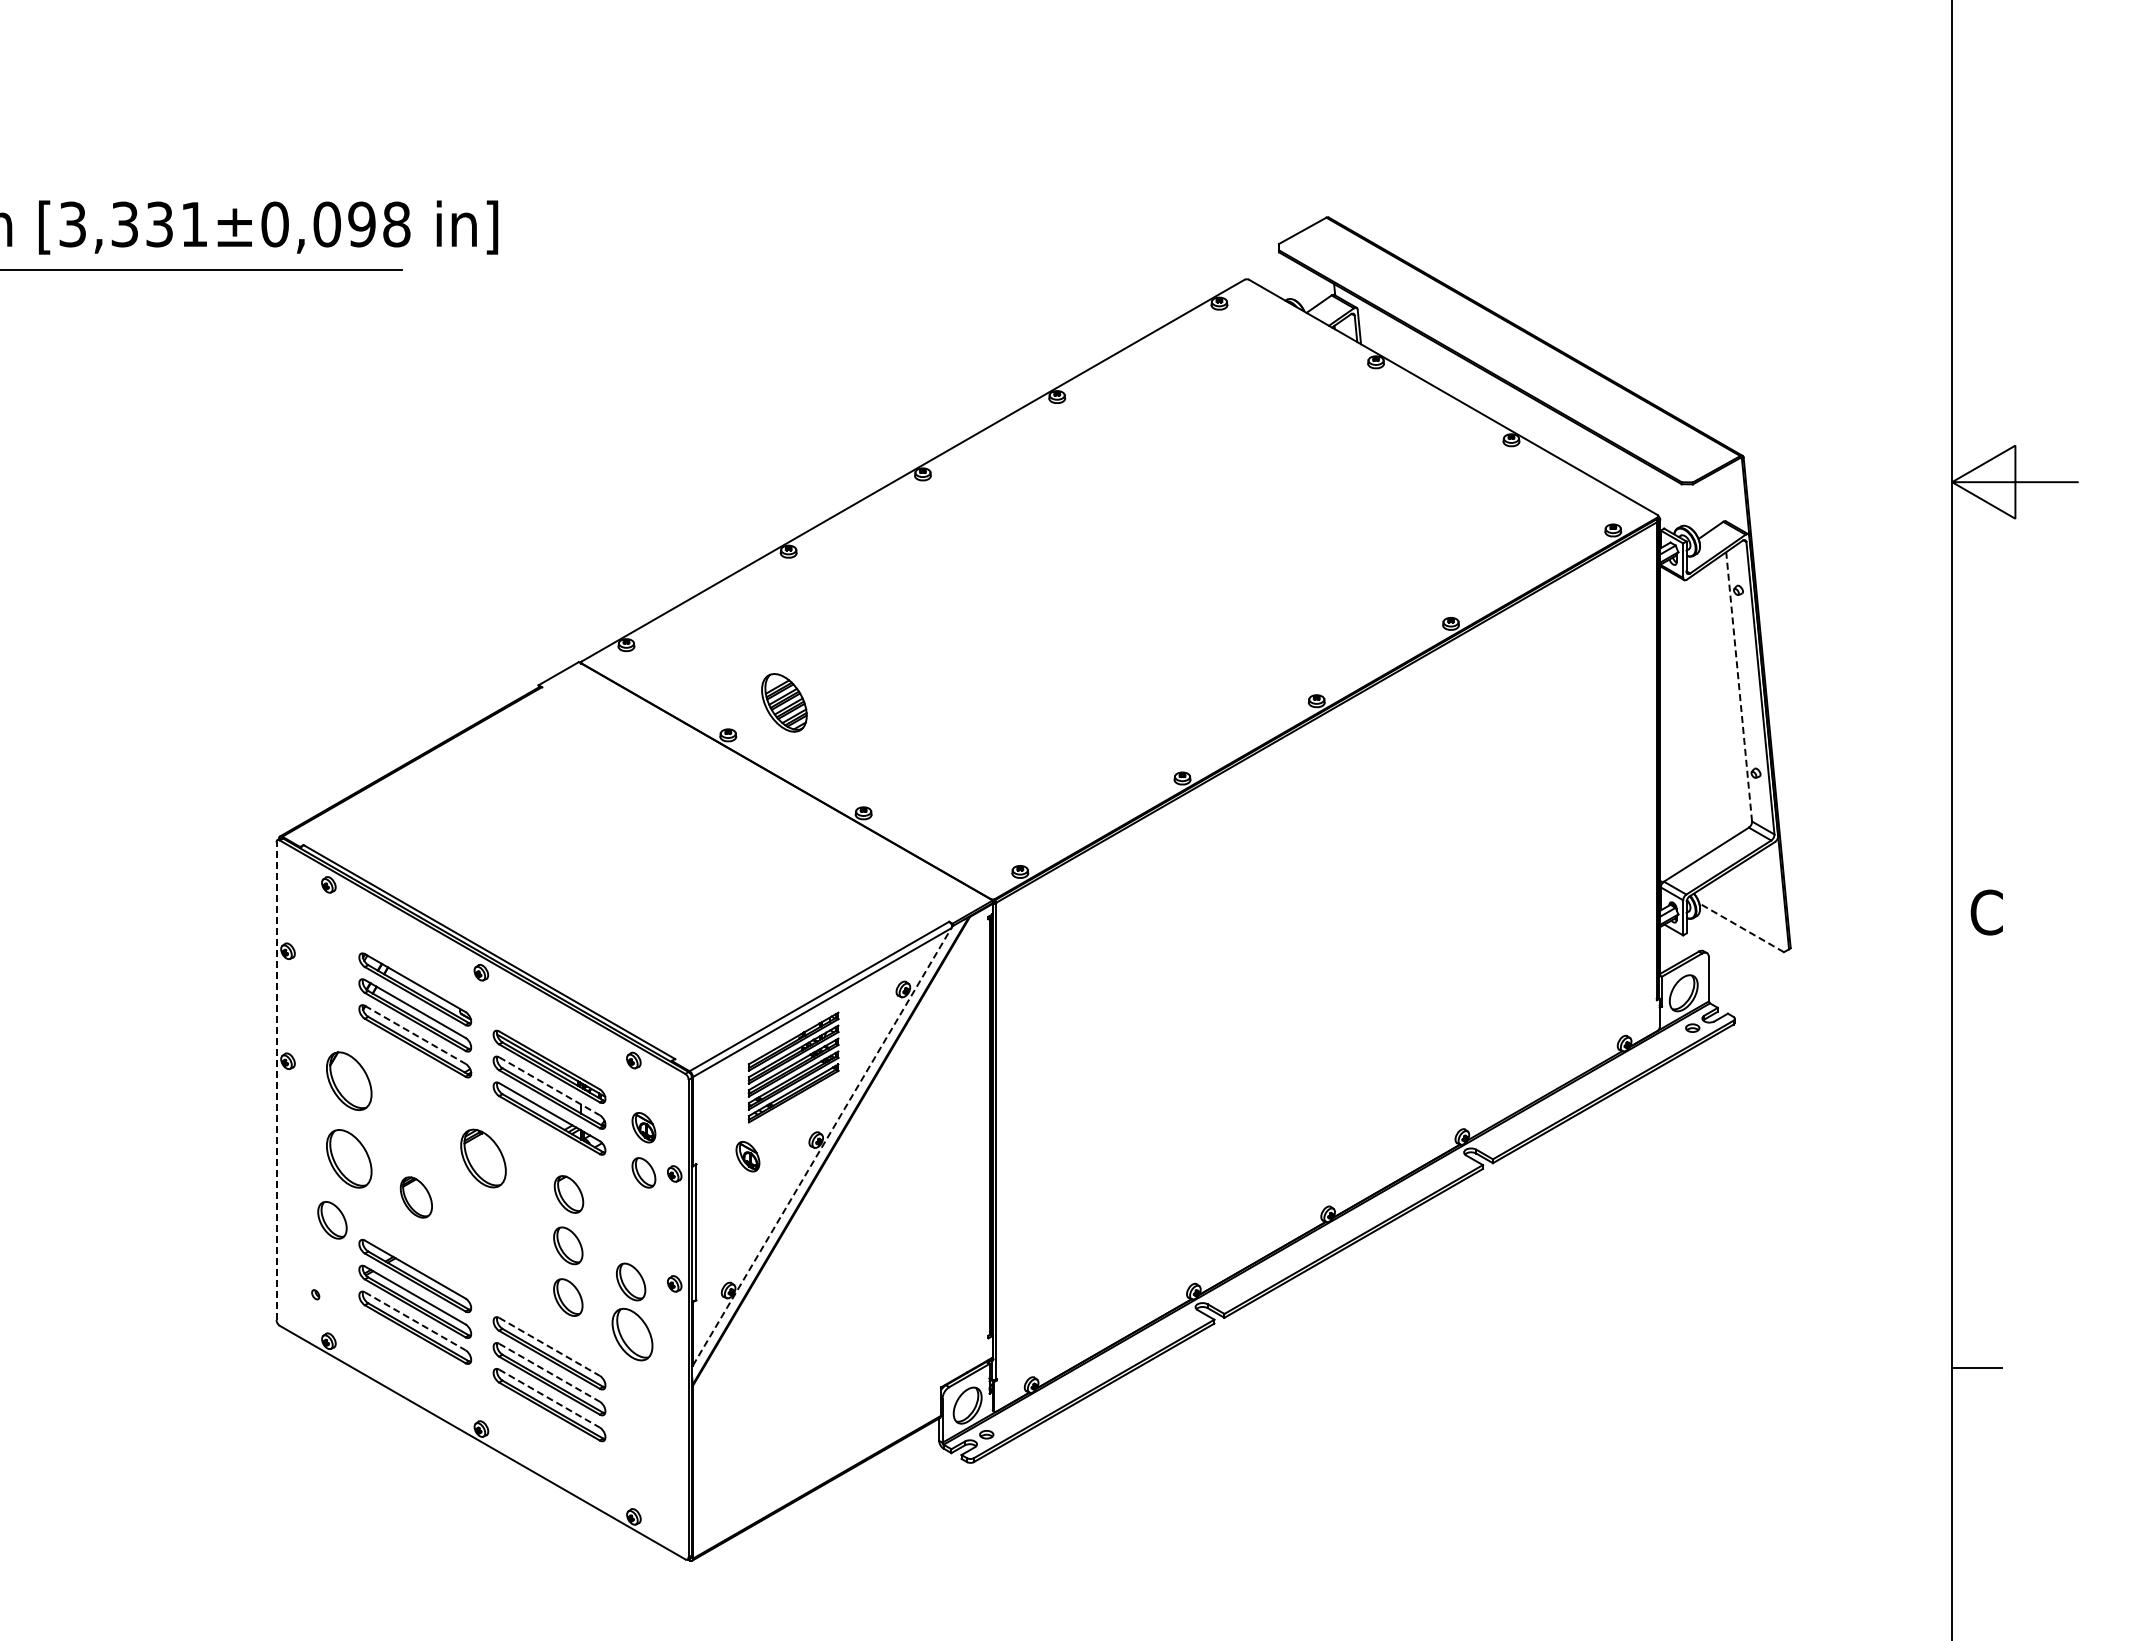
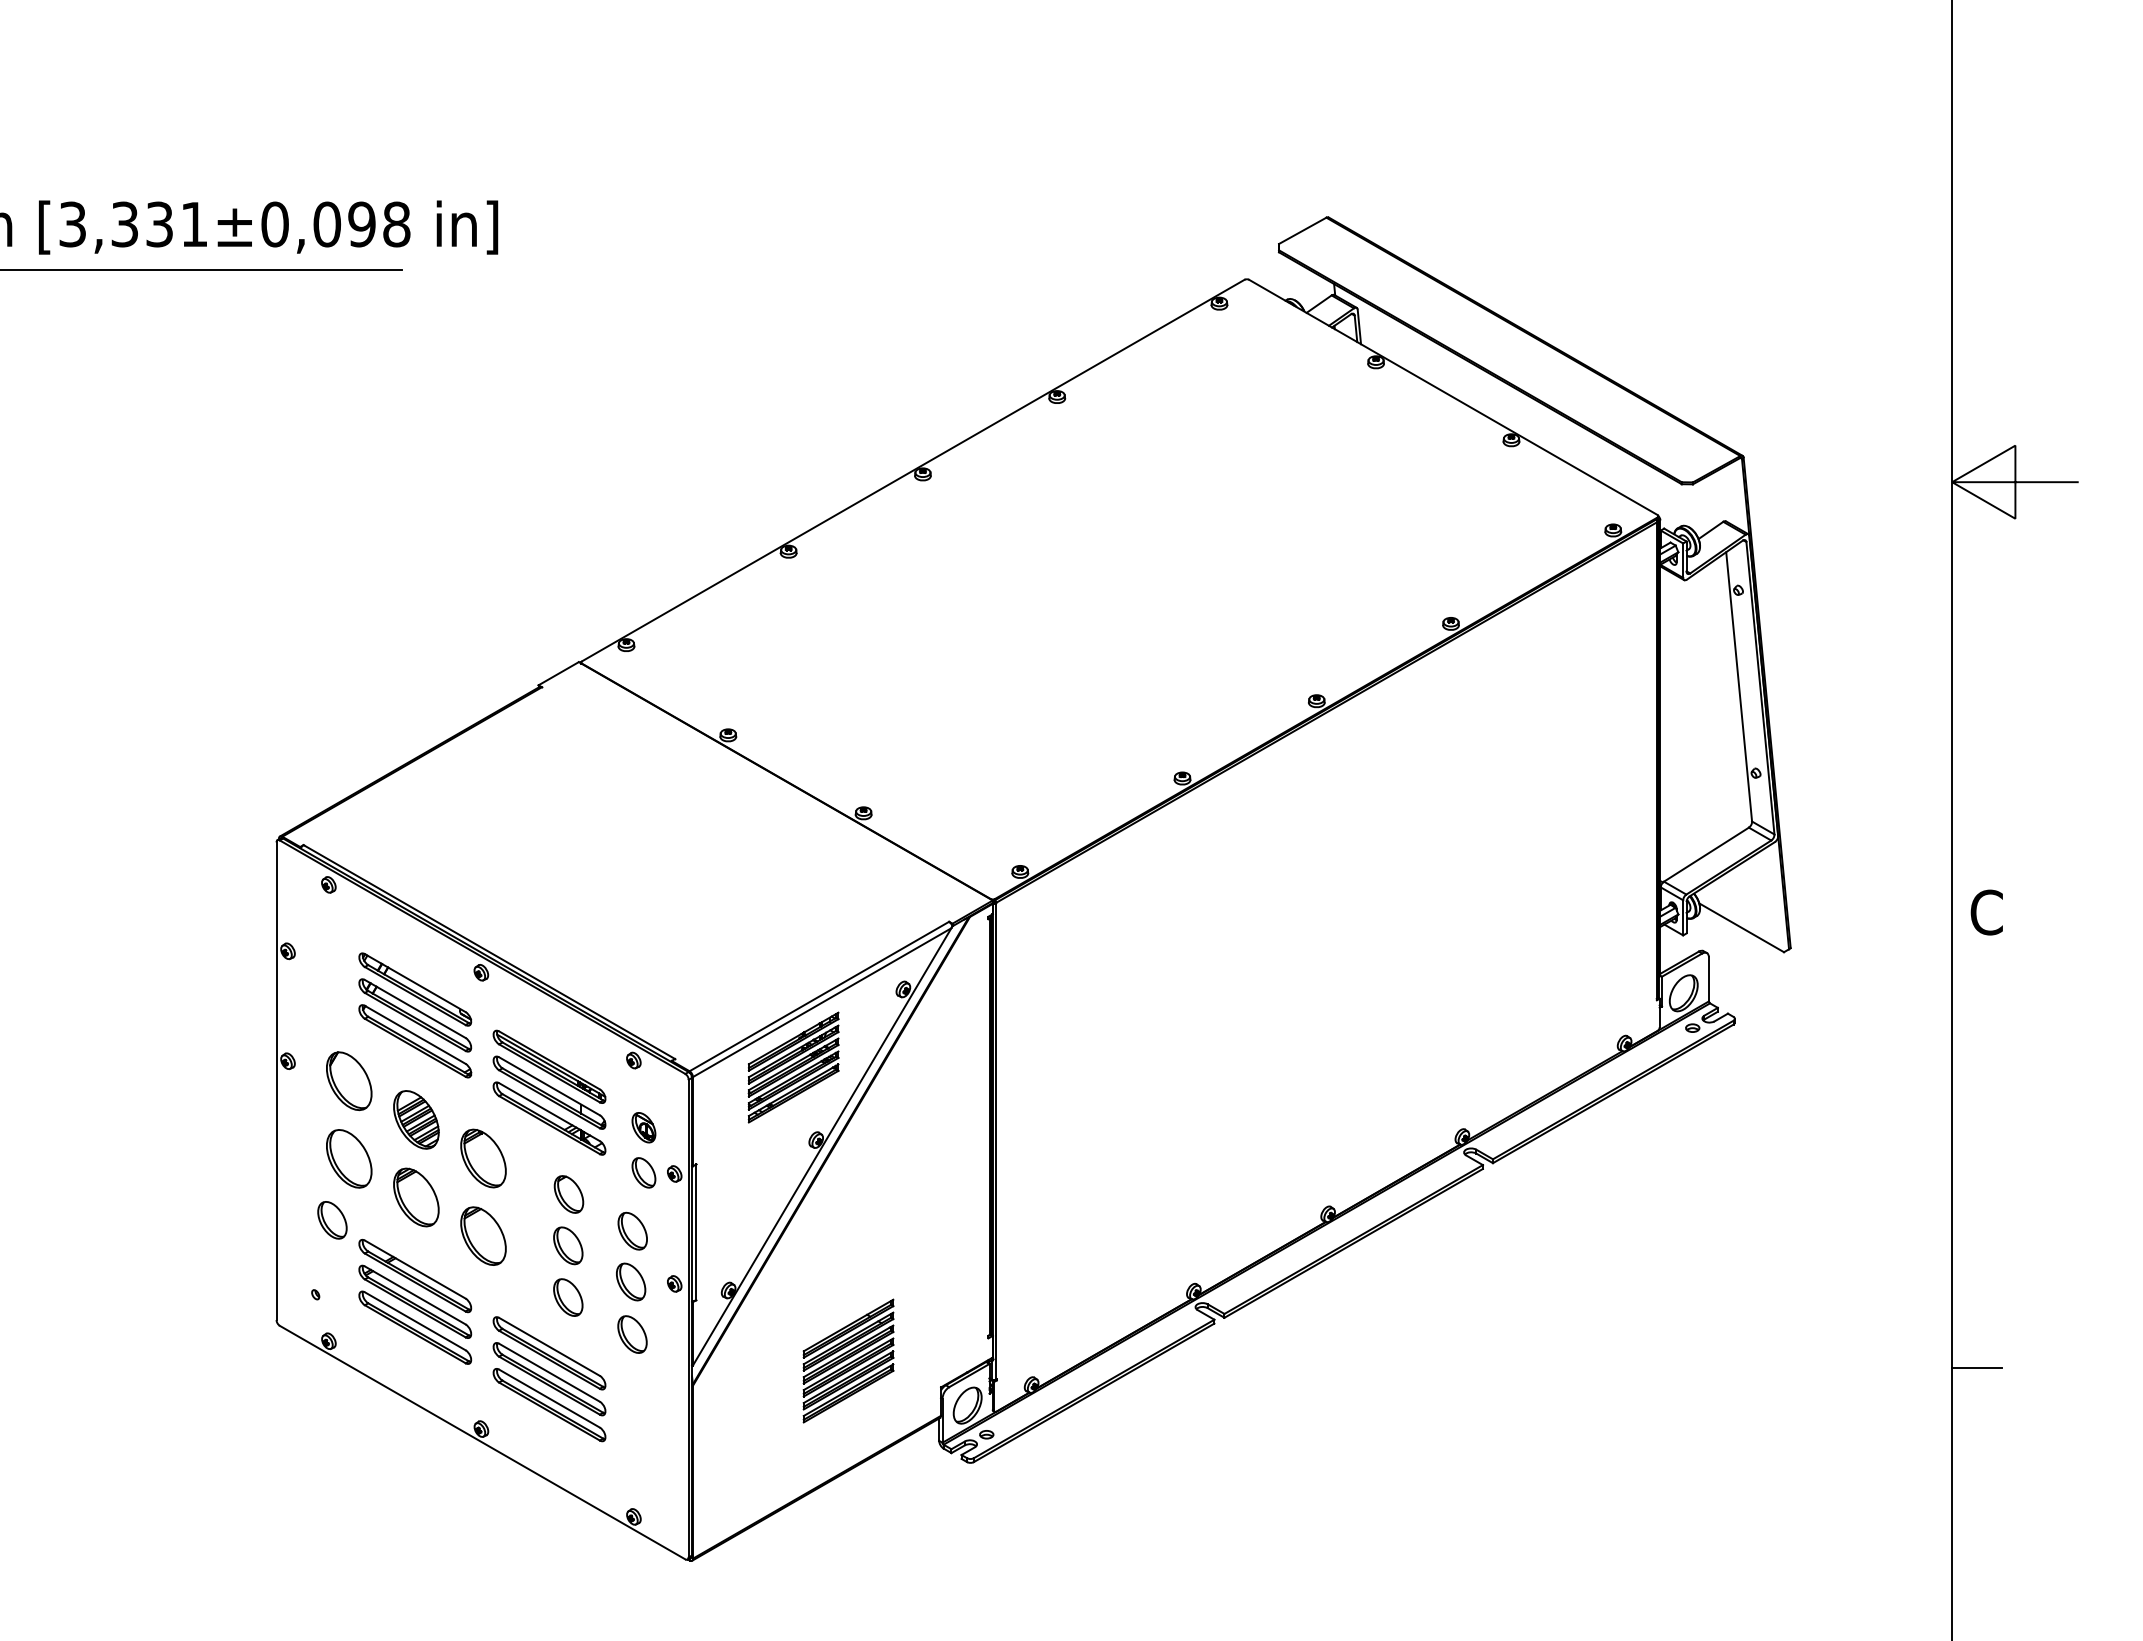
line at (1739, 686): dashed -> solid
part at (784, 702) position: (784, 702) -> (416, 1119)
line at (1741, 927): dashed -> solid
line at (415, 1035): dashed -> solid
line at (276, 1081): dashed -> solid
line at (549, 1086): dashed -> solid
line at (822, 1146): dashed -> solid
part at (747, 1156): present -> none
part at (415, 1197) size: 34x43 px -> 47x61 px
part at (632, 1230): none -> present
part at (483, 1235): none -> present
line at (415, 1321): dashed -> solid
part at (632, 1334) size: 43x55 px -> 31x39 px
line at (549, 1347): dashed -> solid
part at (848, 1360): none -> present
line at (549, 1372): dashed -> solid
line at (549, 1398): dashed -> solid
